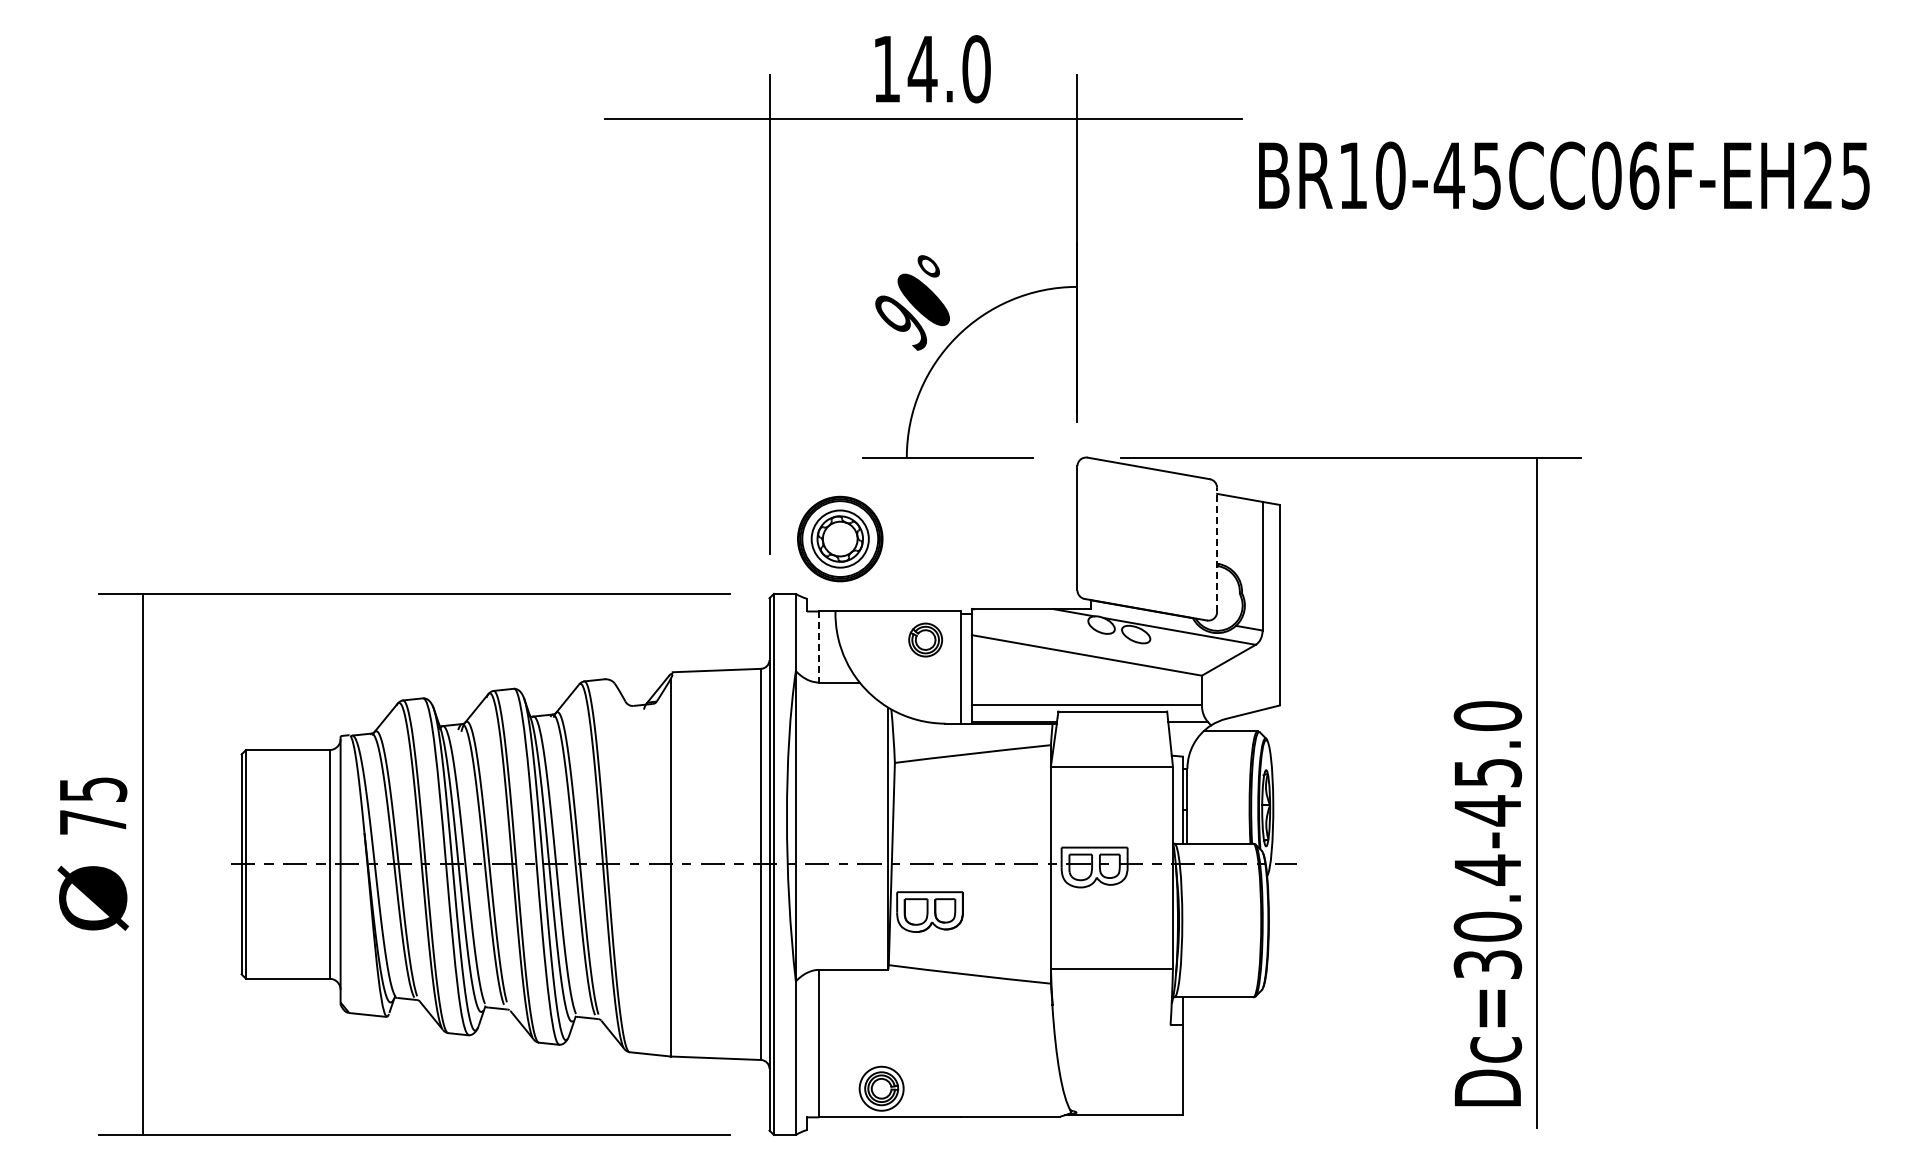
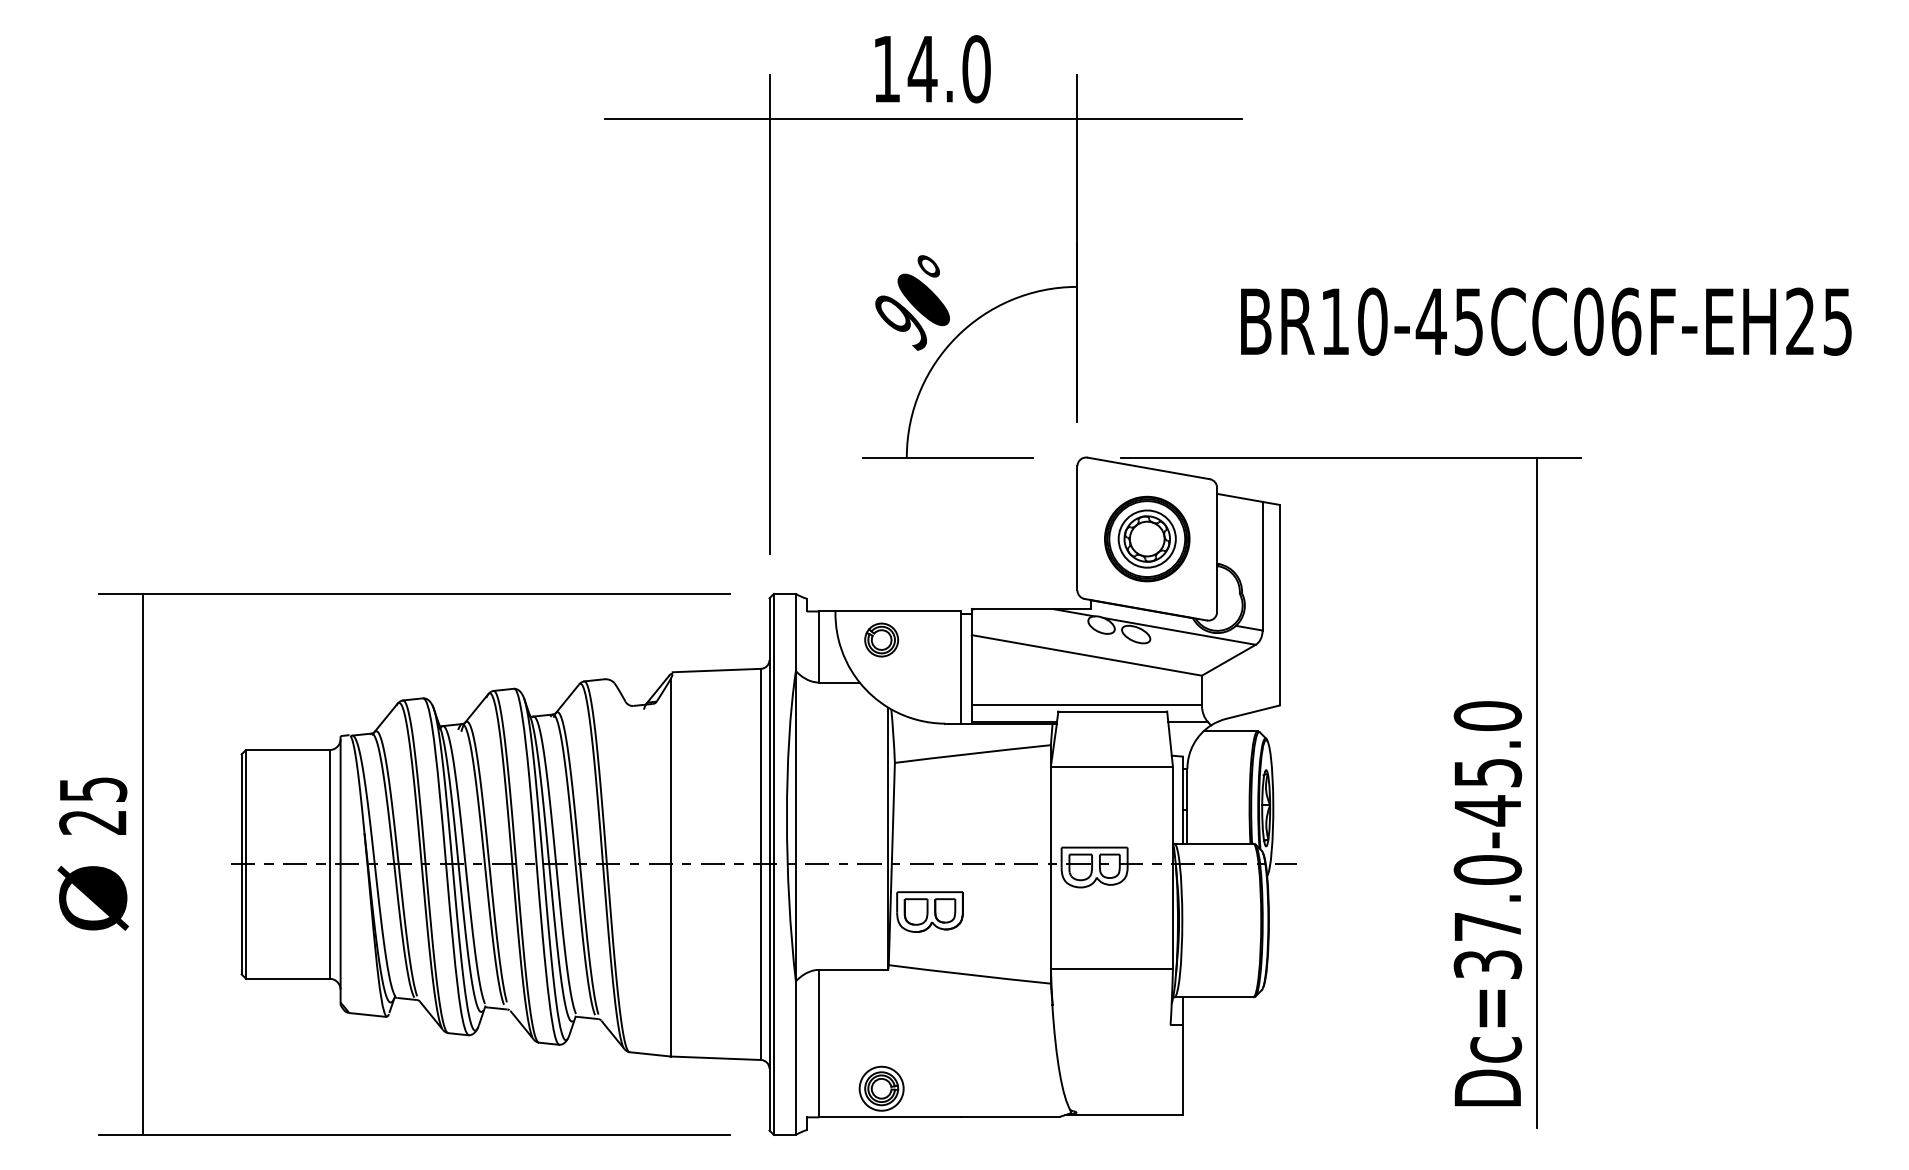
text at (1564, 175) position: (1564, 175) -> (1546, 321)
part at (840, 538) position: (840, 538) -> (1147, 538)
line at (1217, 549): dashed -> solid
part at (925, 639) position: (925, 639) -> (881, 639)
line at (819, 647): dashed -> solid
text at (92, 822): 75 -> 25
text at (1487, 897): Dc=30.4-45.0 -> Dc=37.0-45.0
